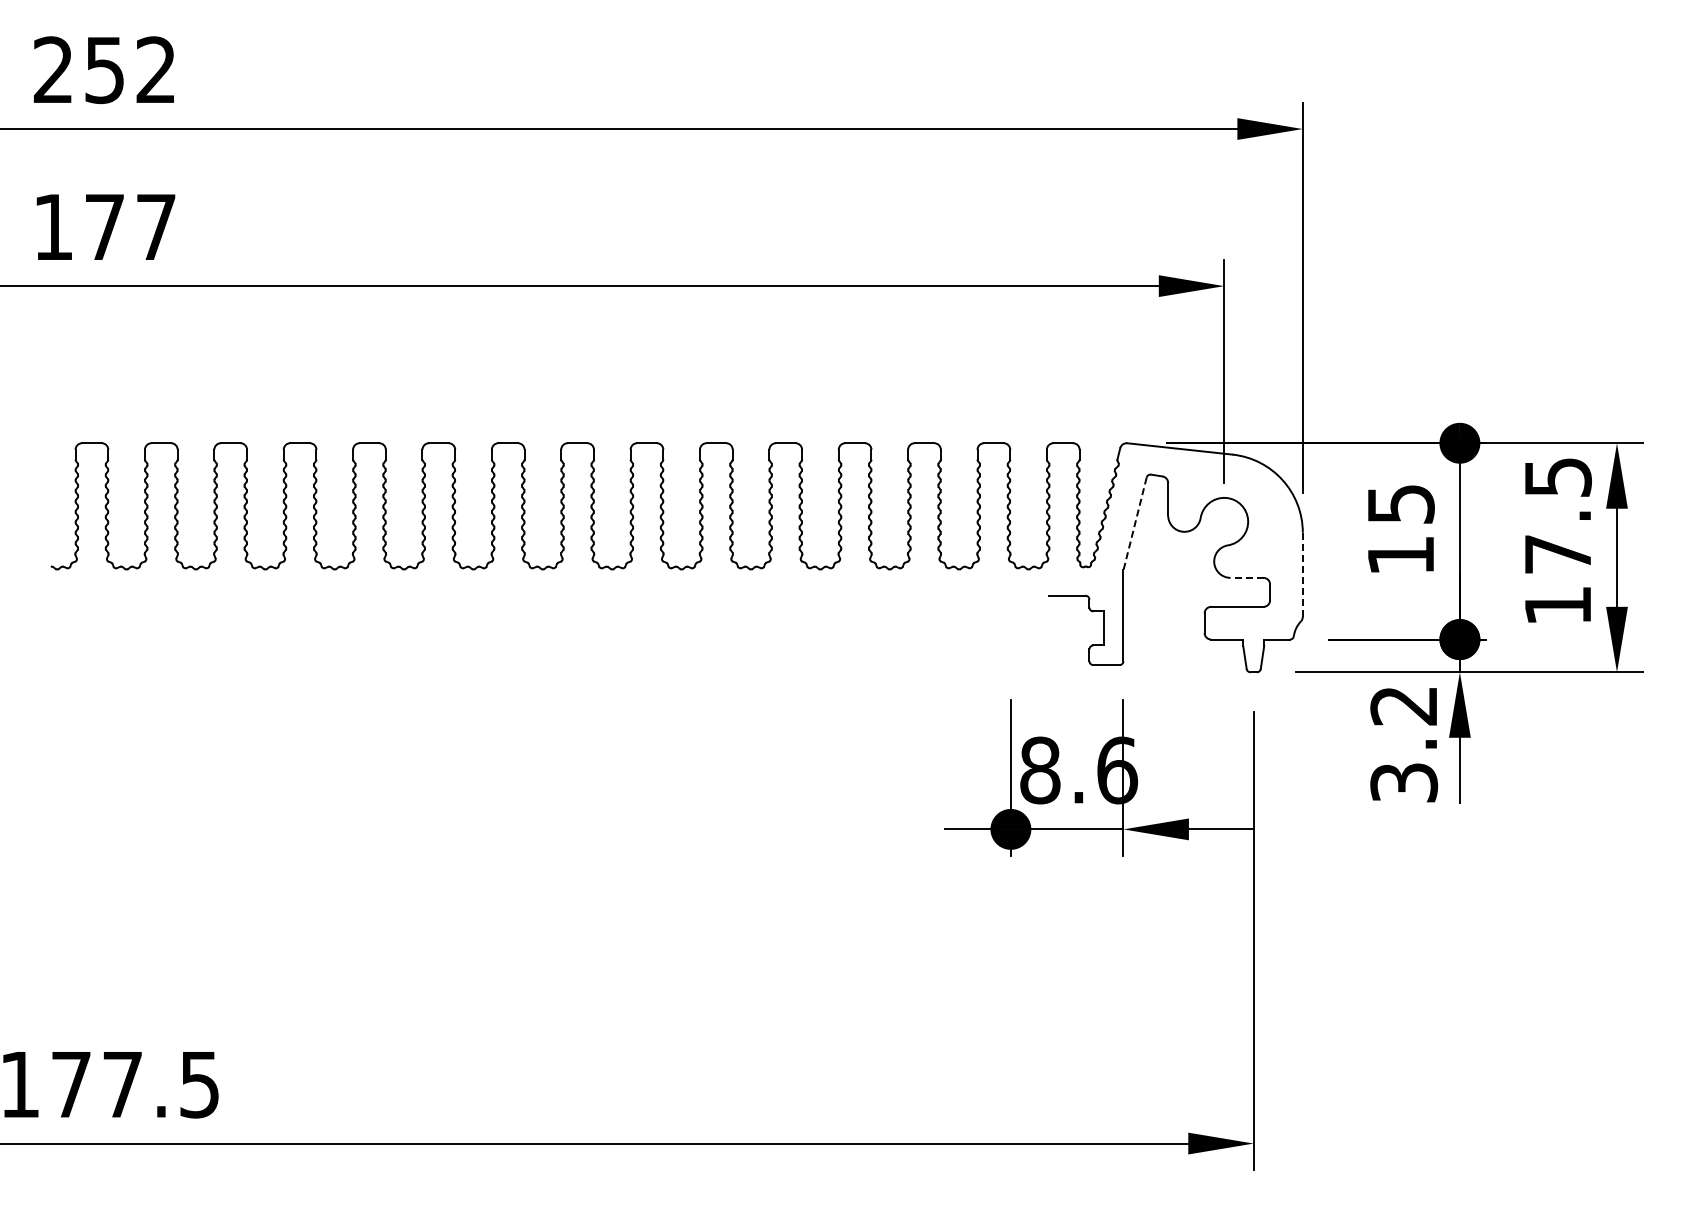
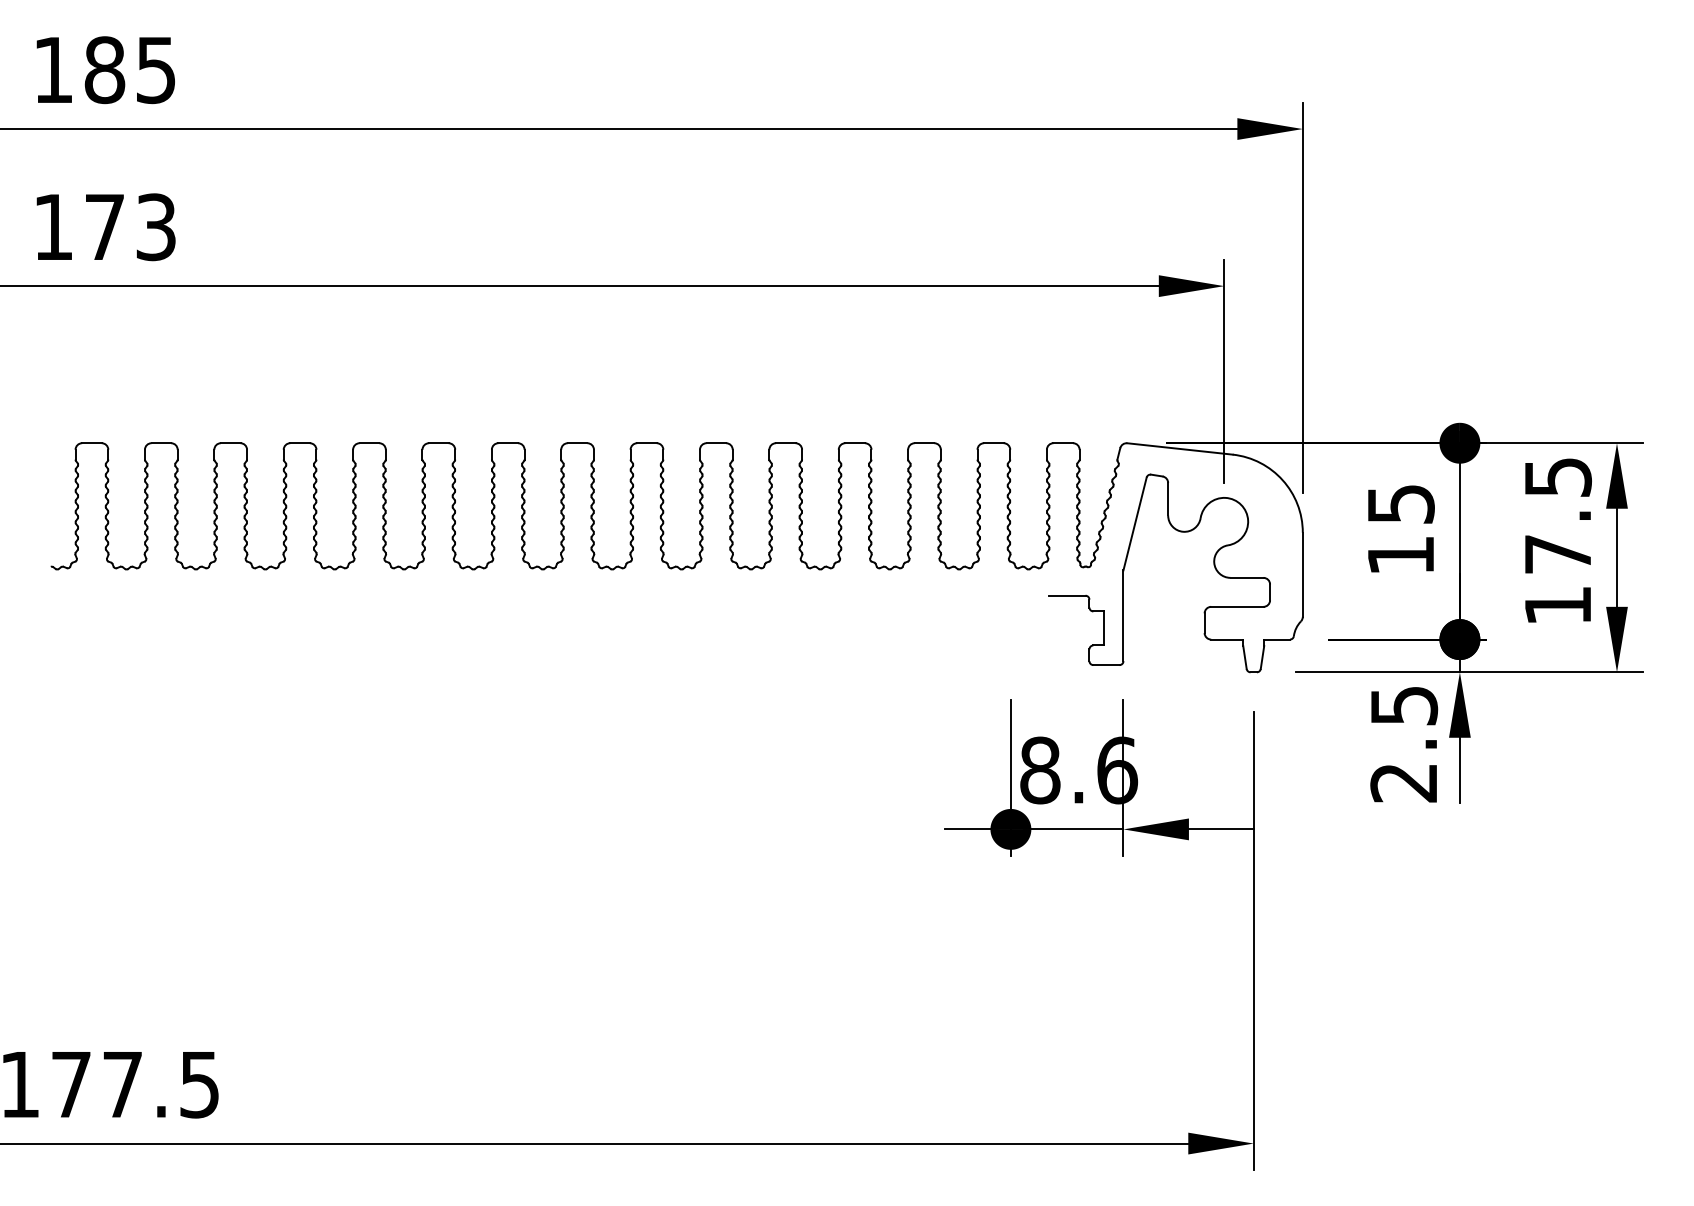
text at (104, 70): 252 -> 185
text at (155, 227): 177 -> 173
line at (1135, 523): dashed -> solid
line at (1302, 575): dashed -> solid
line at (1246, 577): dashed -> solid
text at (1404, 744): 3.2 -> 2.5
